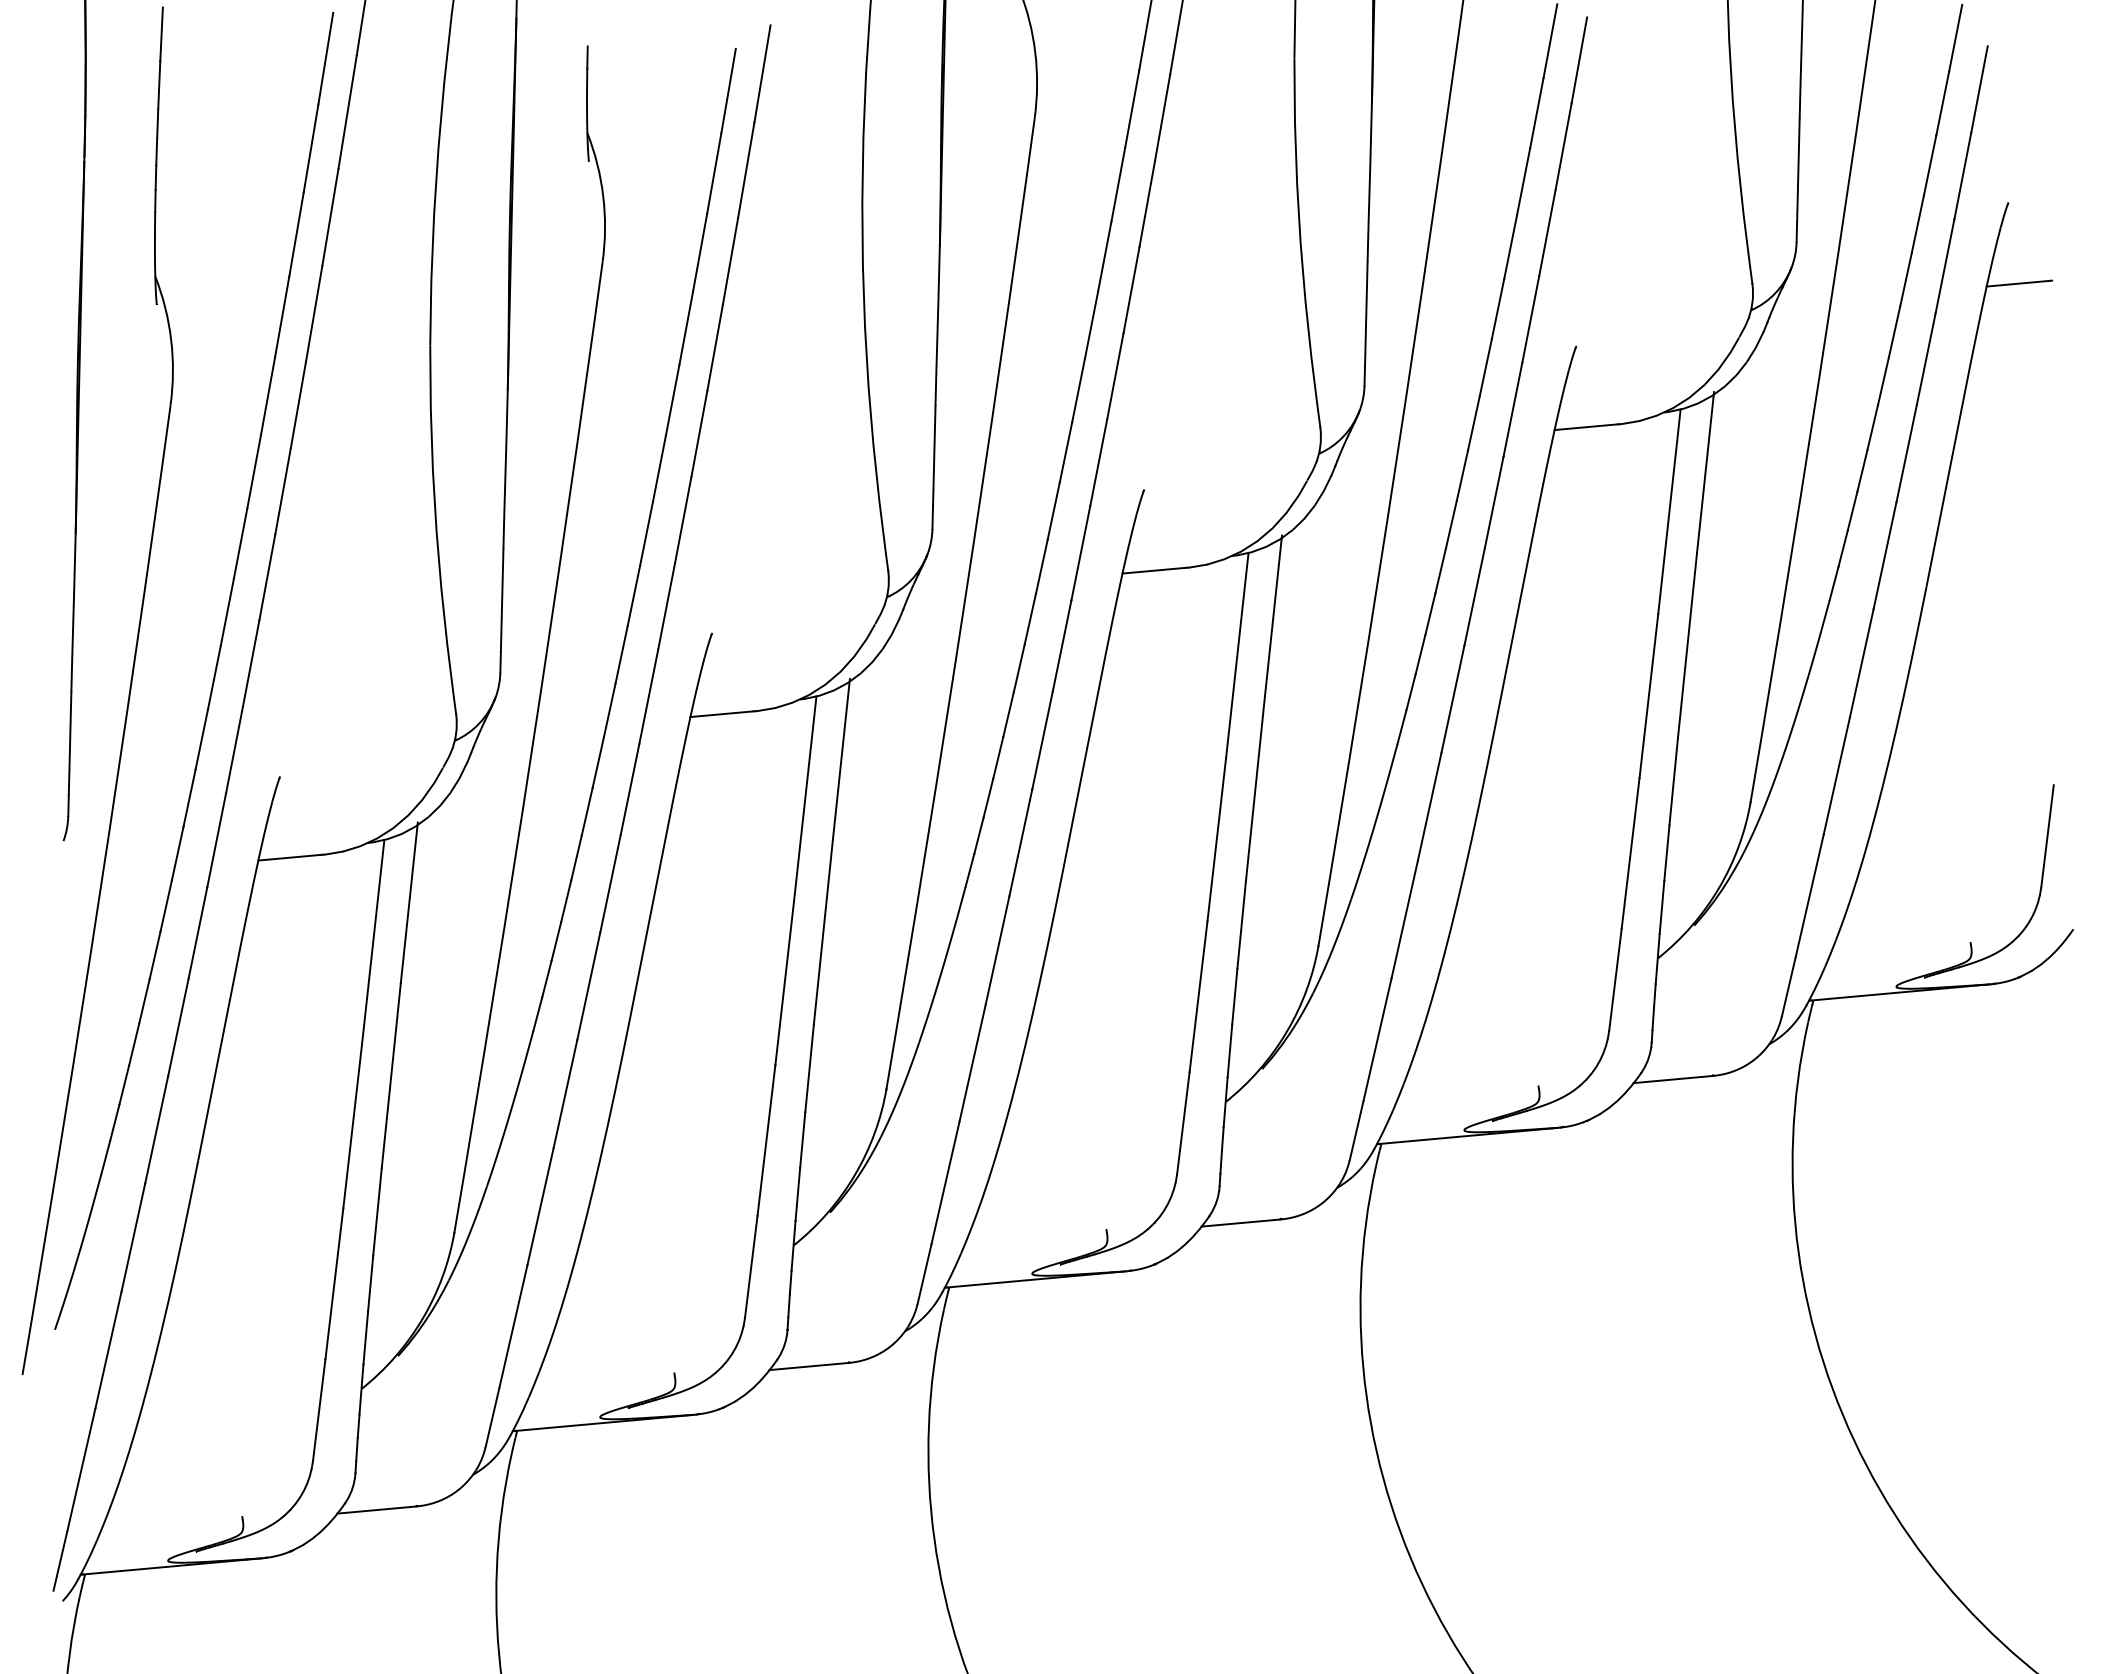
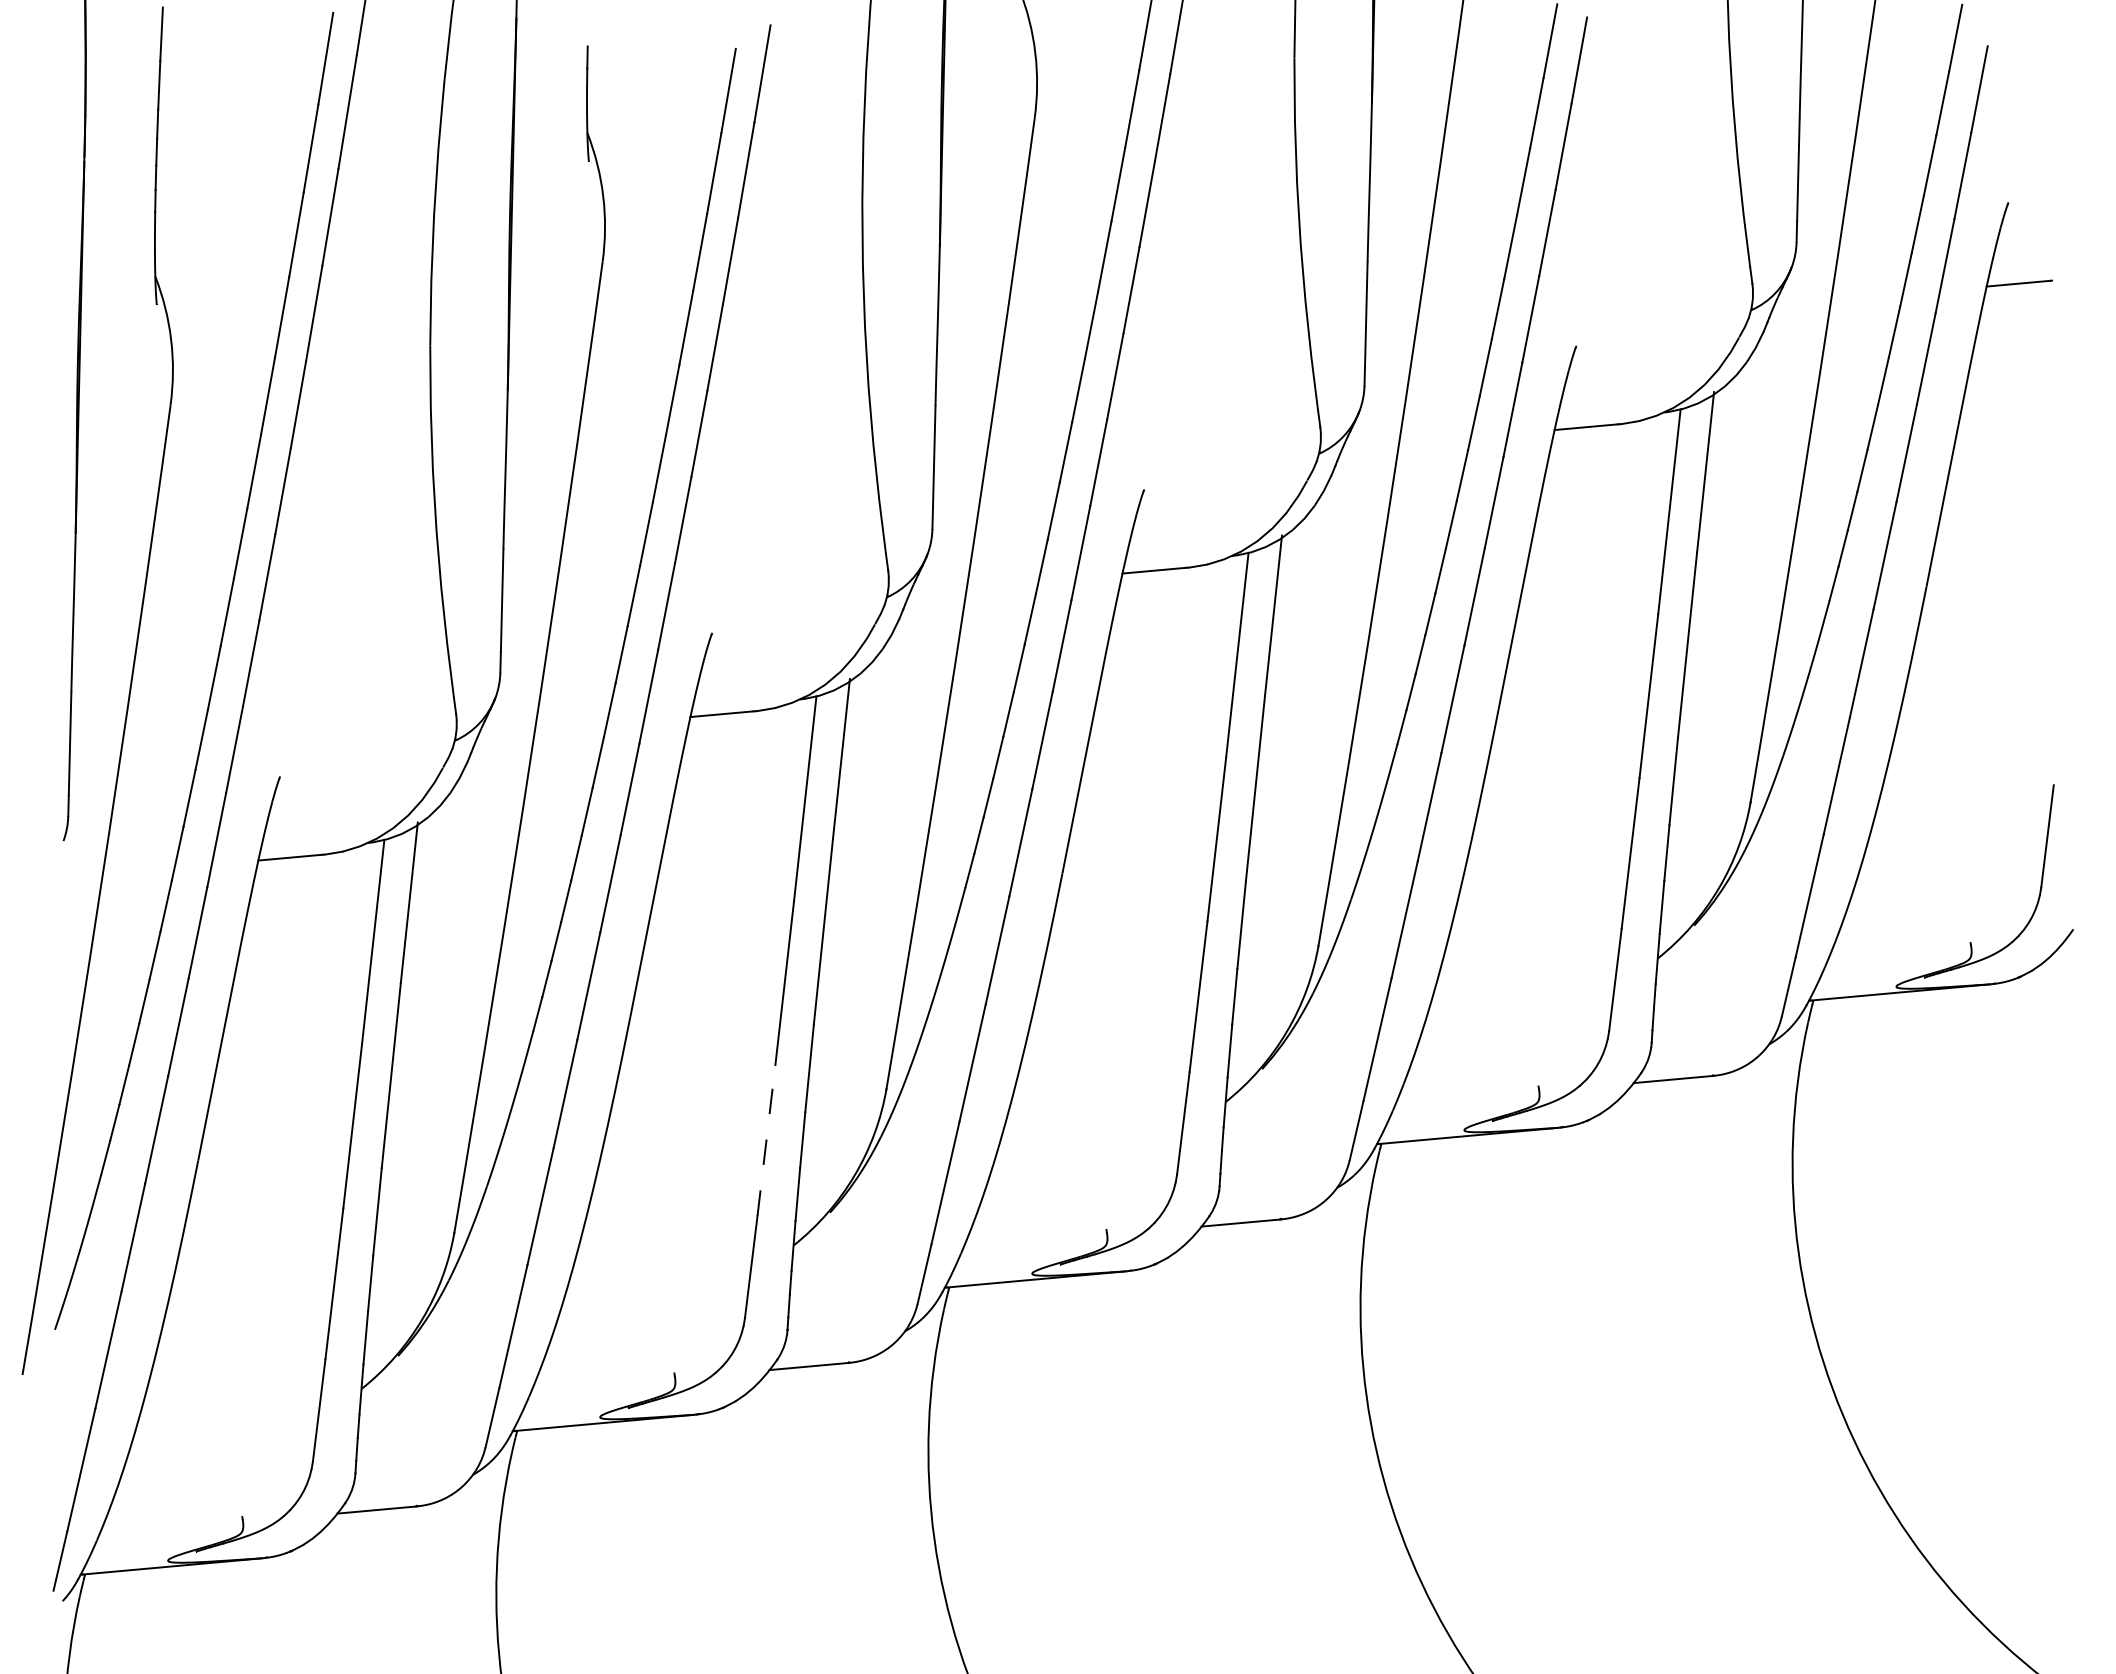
line at (766, 1140): solid -> dashed
